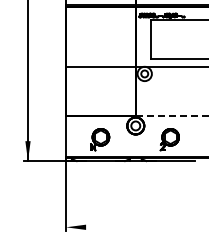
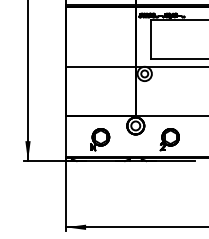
line at (173, 116): dashed -> solid
line at (135, 227): none -> present
